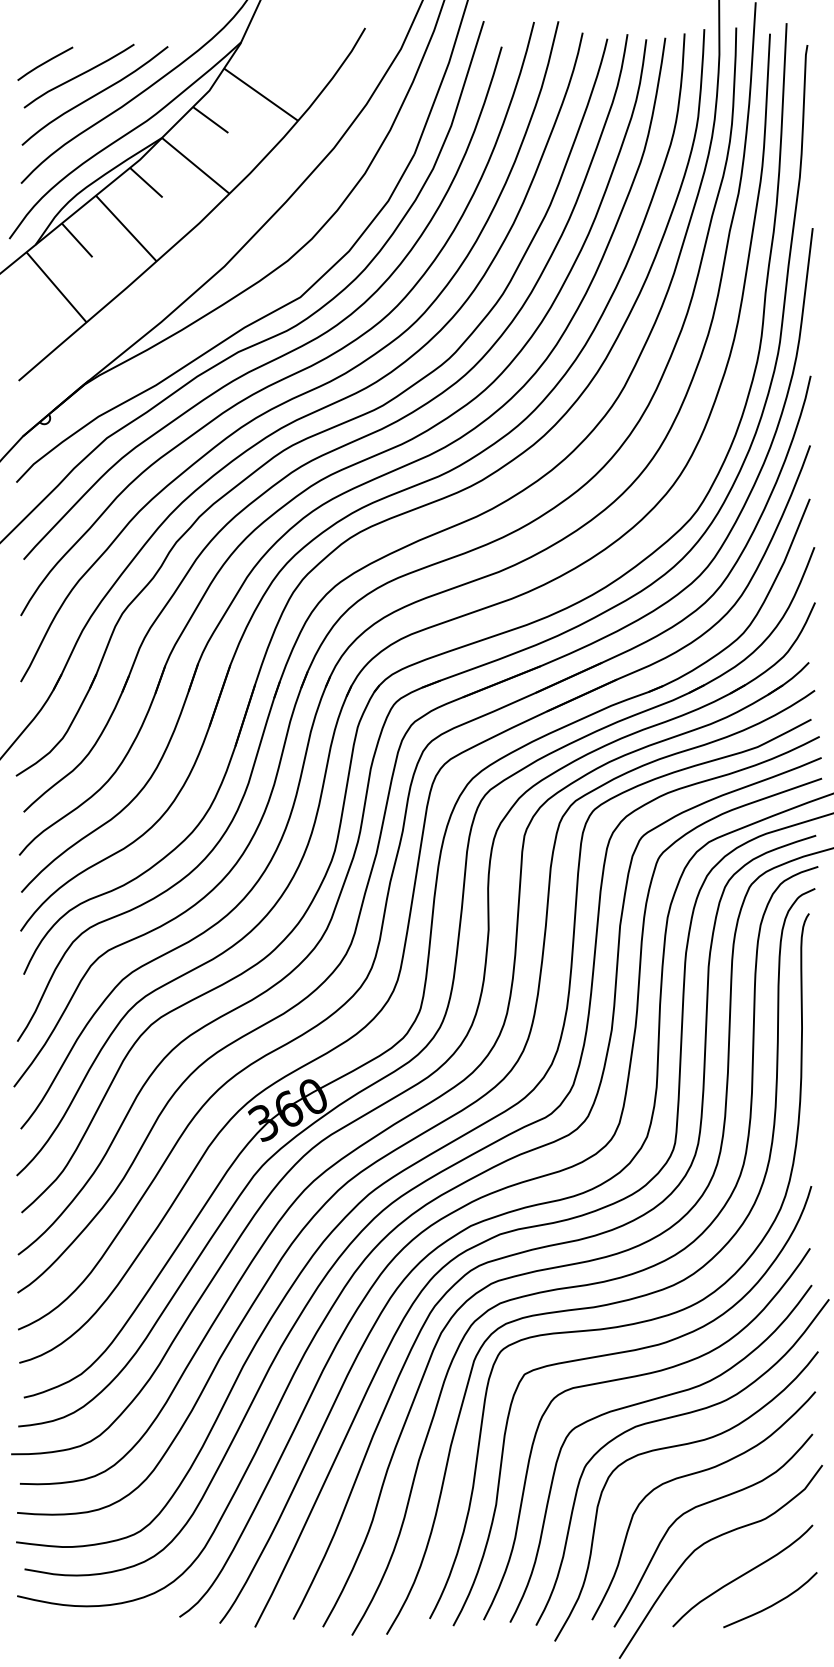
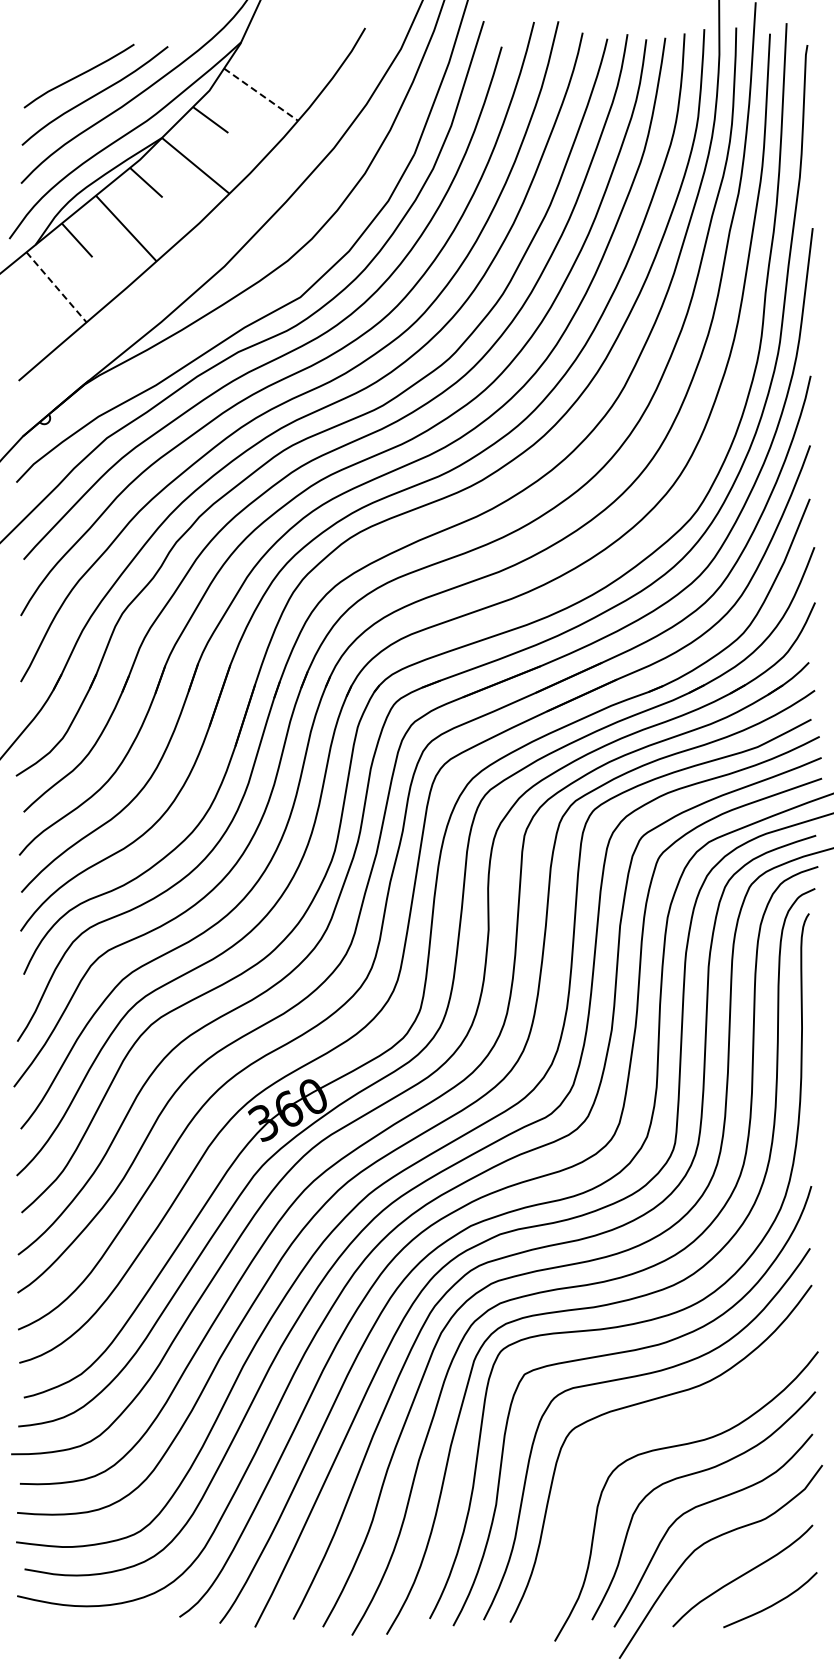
line at (45, 63): present -> none
line at (261, 94): solid -> dashed
line at (56, 287): solid -> dashed
curve at (671, 1418): present -> none
